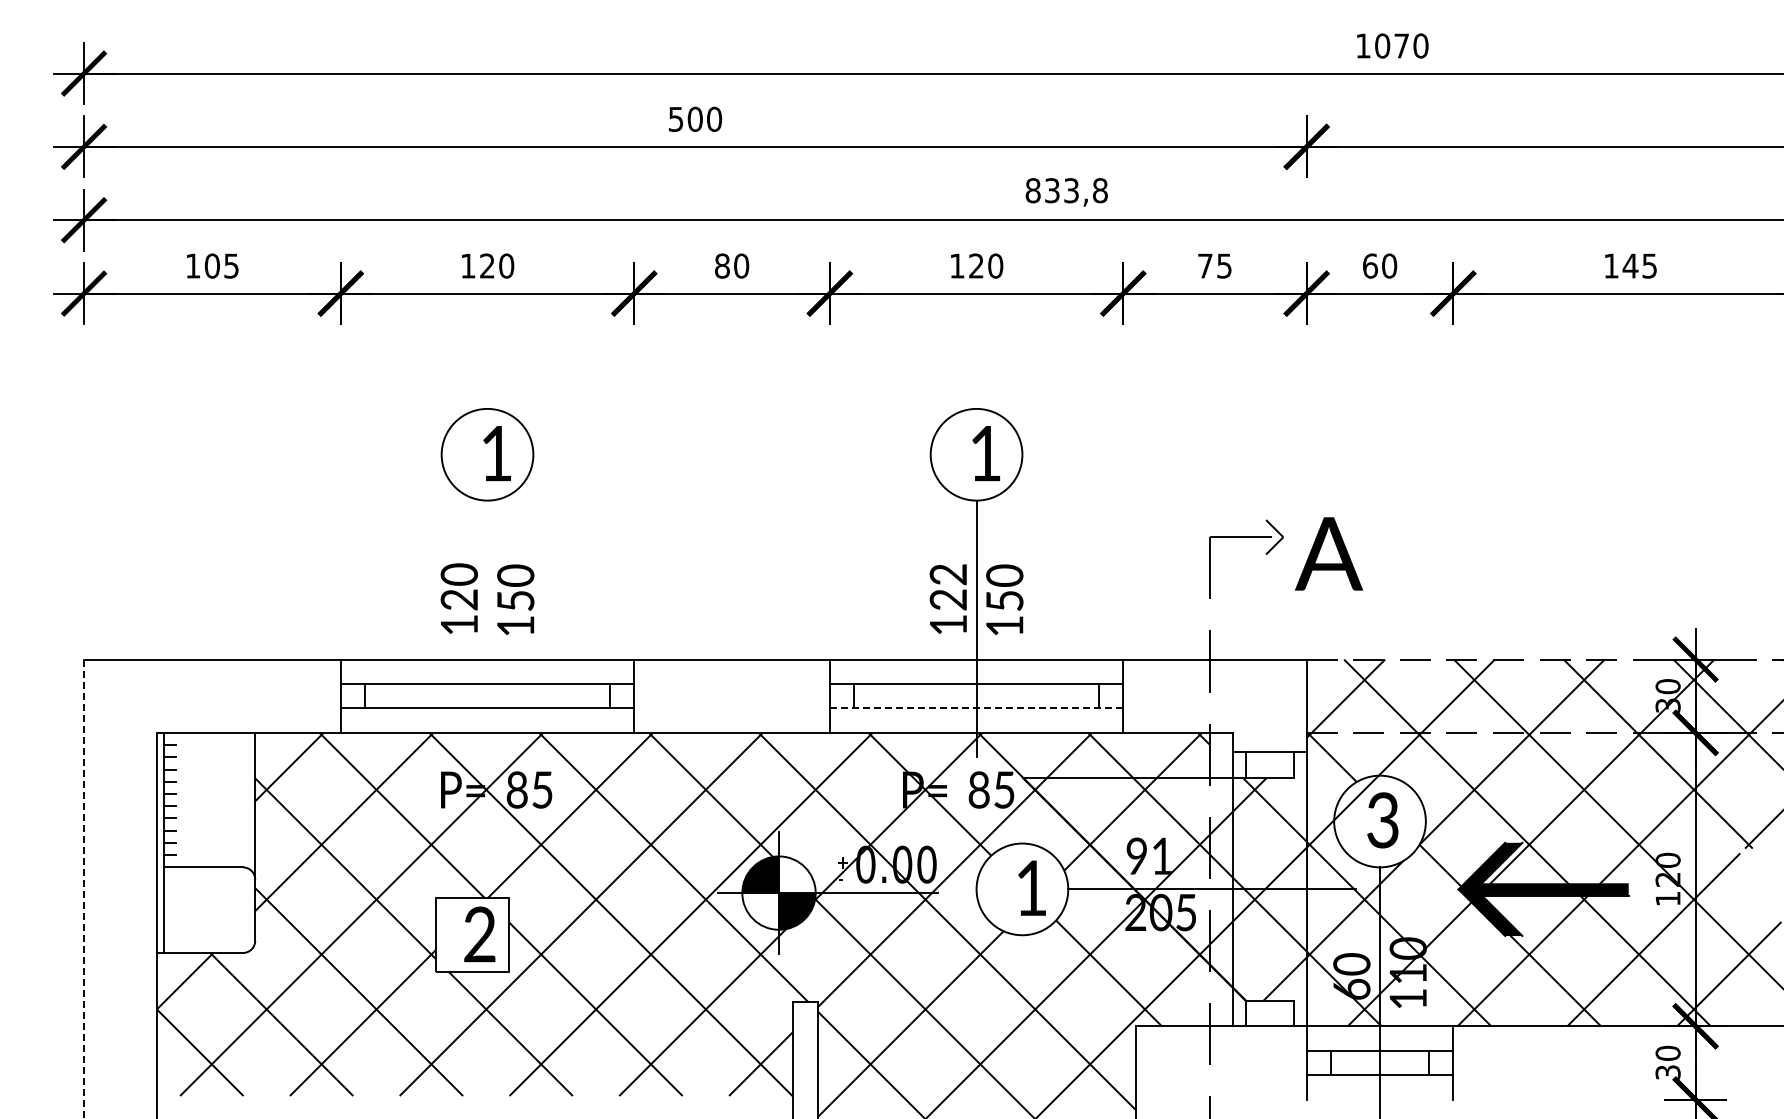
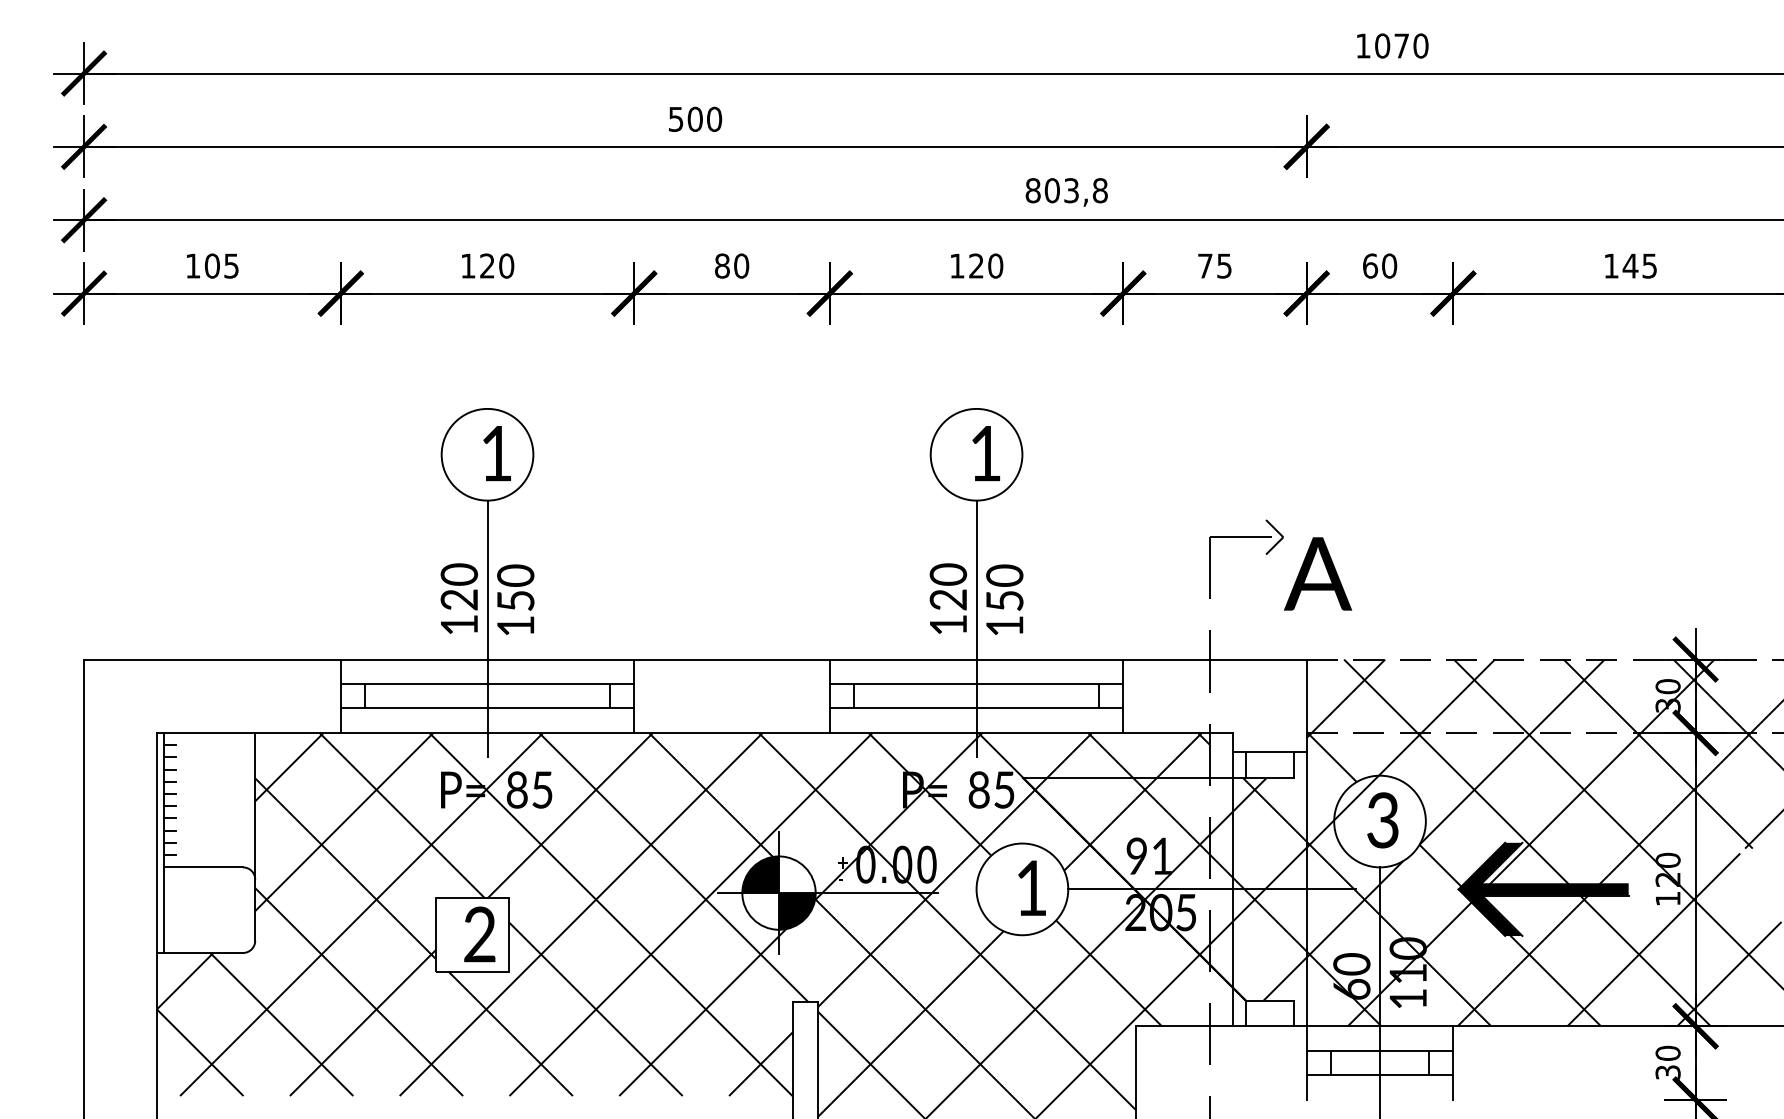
text at (1051, 190): 833,8 -> 803,8
text at (1329, 553) position: (1329, 553) -> (1318, 573)
text at (948, 574): 122 -> 120
line at (487, 628): none -> present
line at (976, 708): dashed -> solid
line at (84, 889): dashed -> solid
